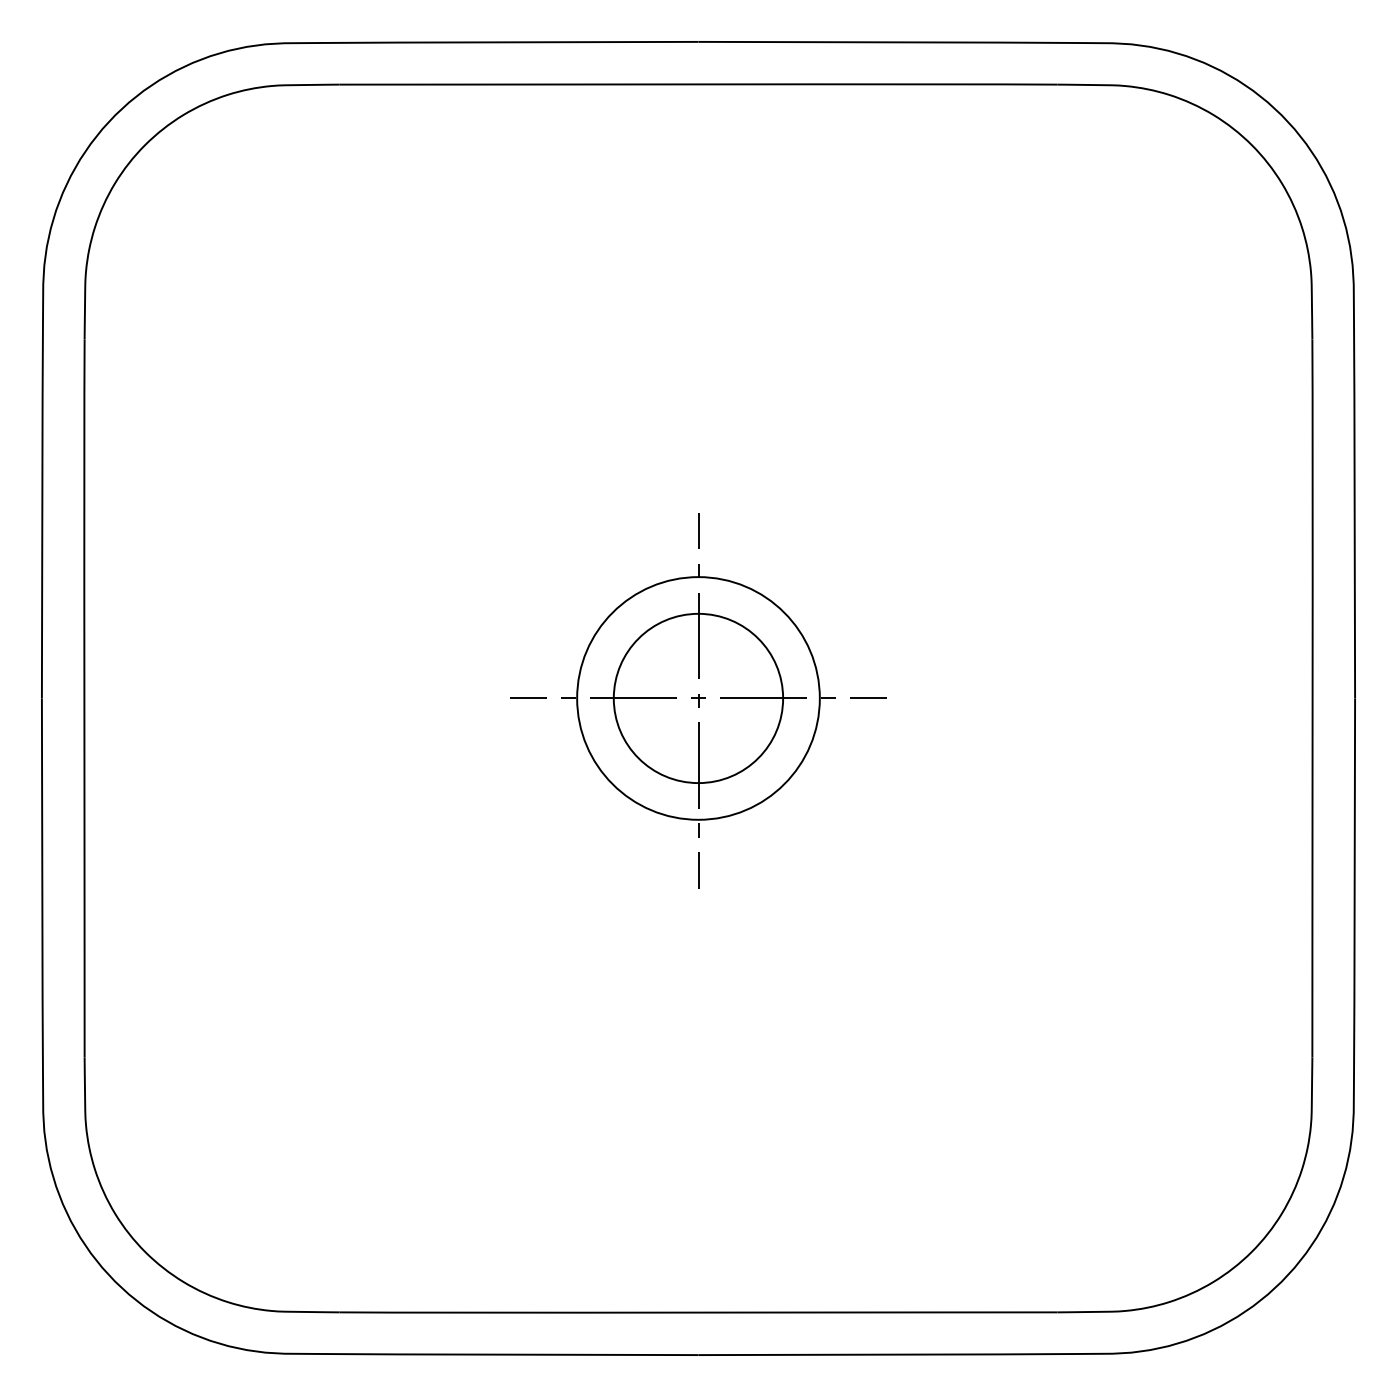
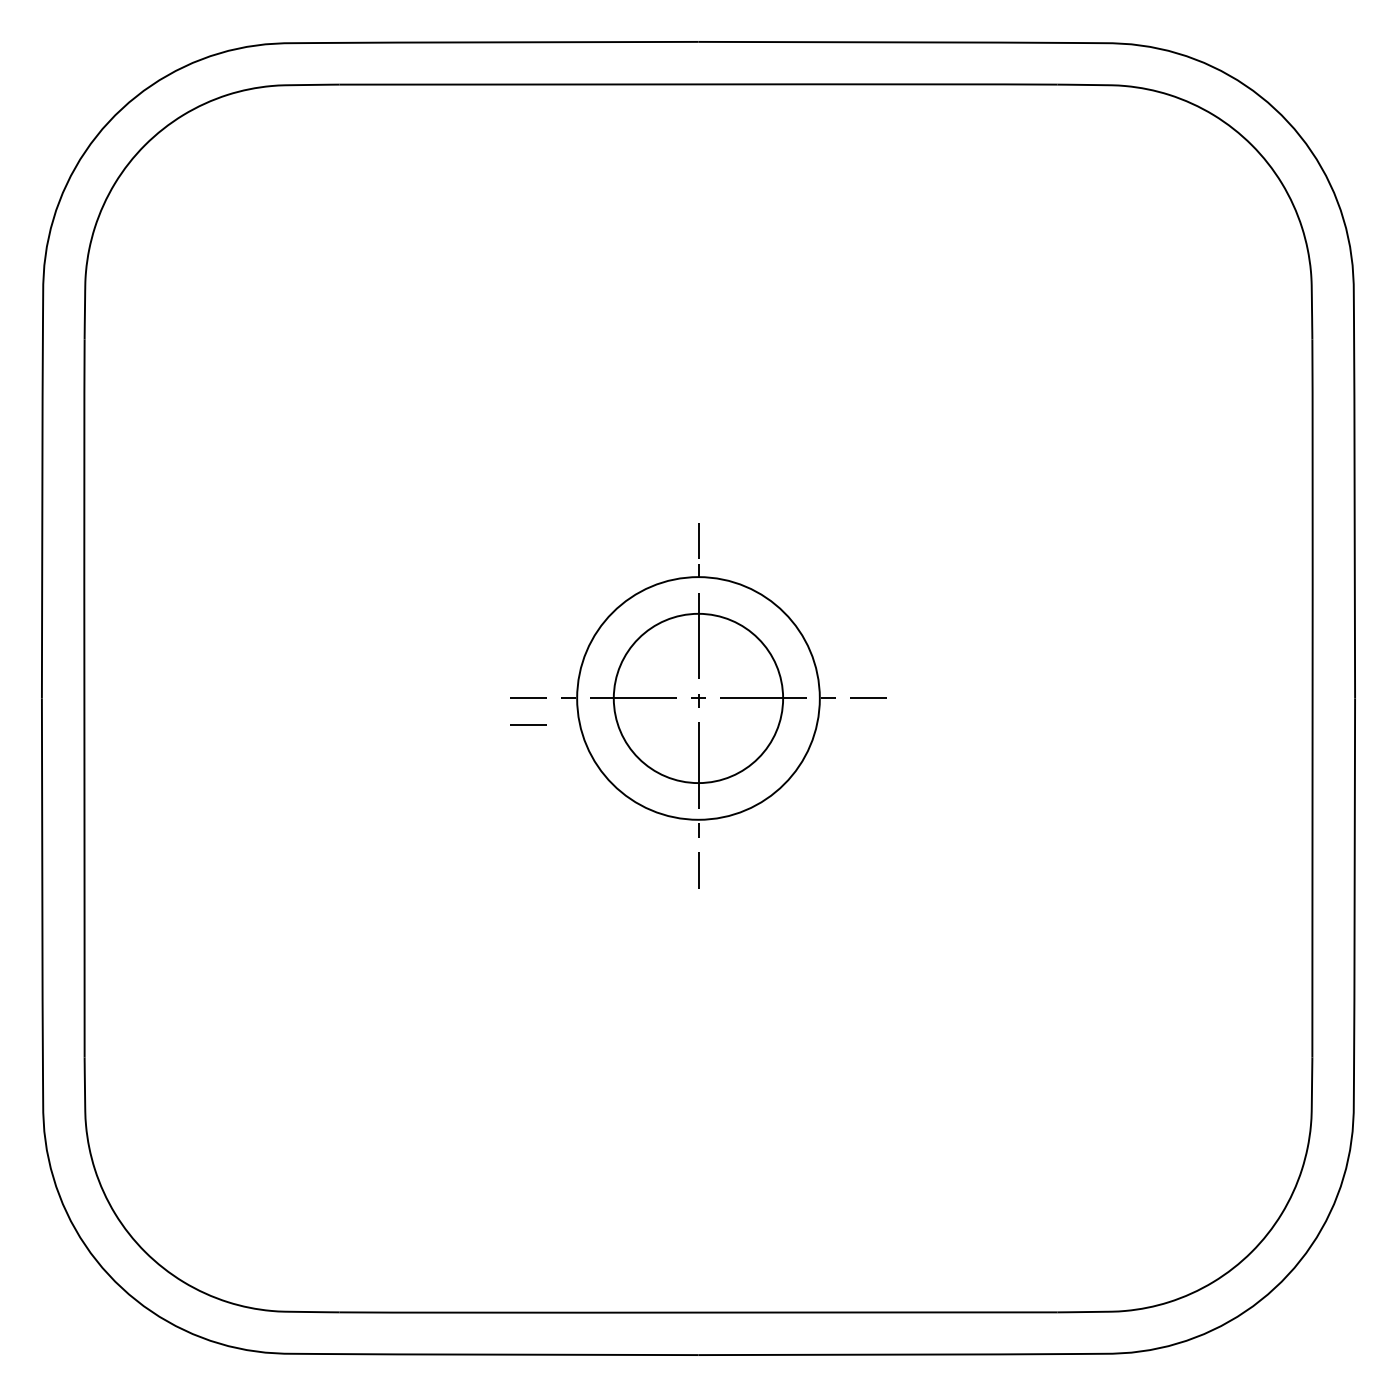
line at (698, 530) position: (698, 530) -> (698, 540)
line at (528, 724): none -> present
